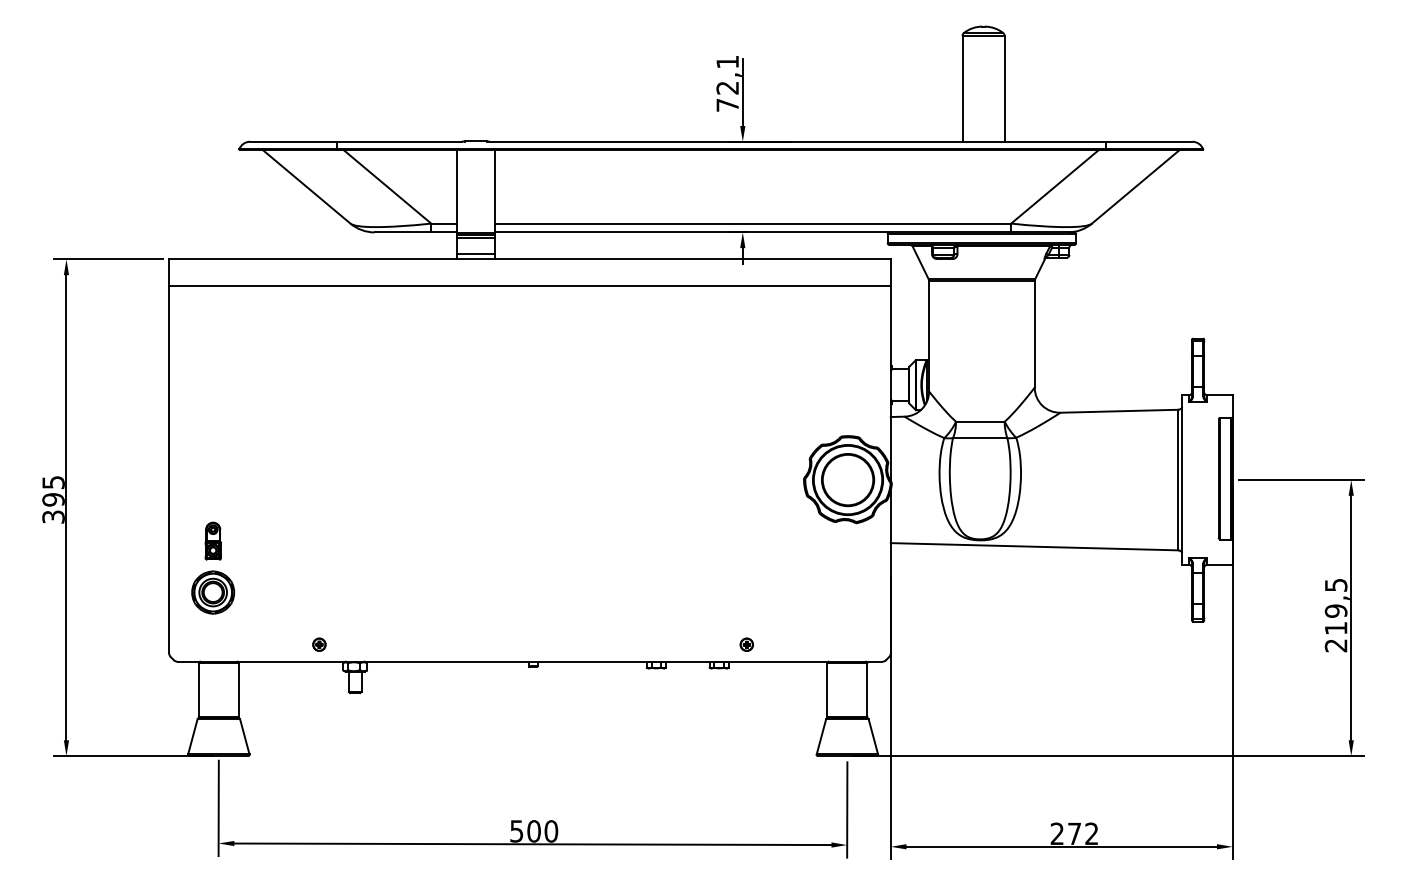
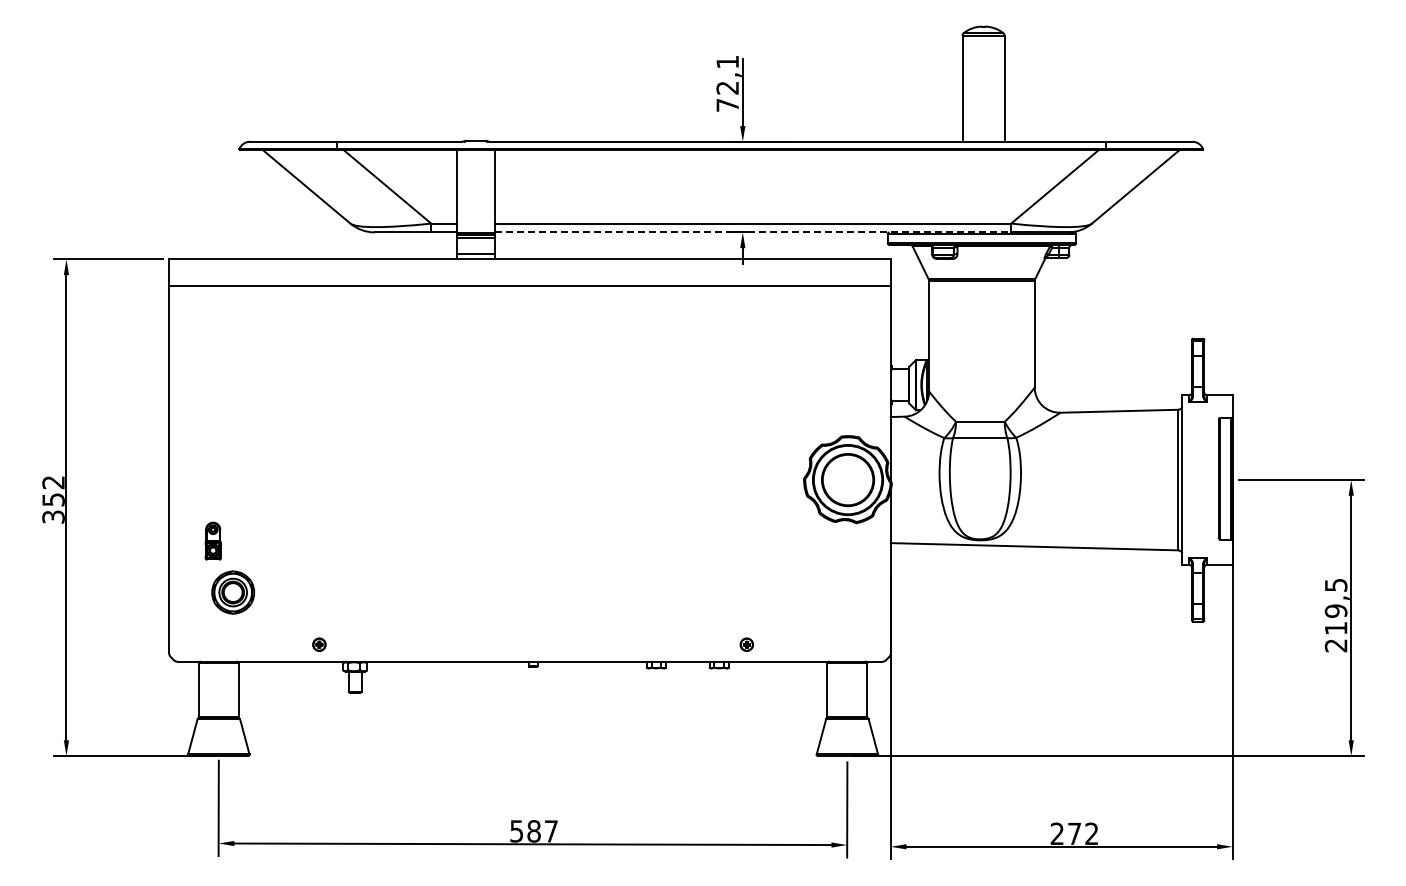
line at (753, 232): solid -> dashed
text at (53, 491): 395 -> 352
part at (213, 592) position: (213, 592) -> (233, 592)
text at (542, 831): 500 -> 587
